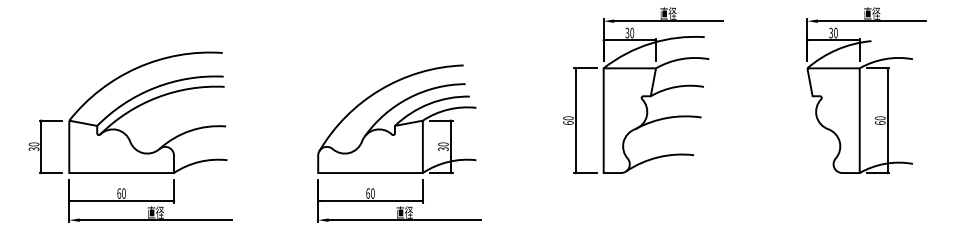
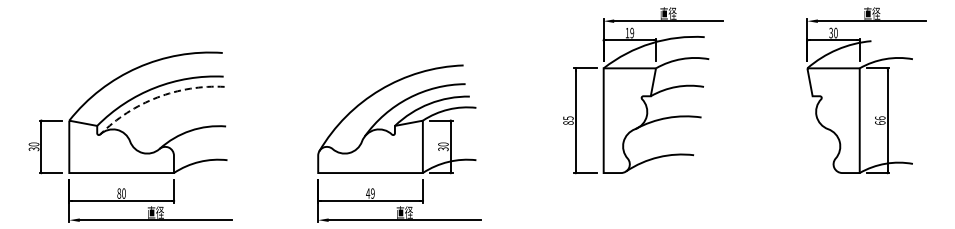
text at (629, 32): 30 -> 19
arc at (157, 97): solid -> dashed
text at (880, 118): 60 -> 66
text at (568, 120): 60 -> 85
text at (119, 193): 60 -> 80
text at (370, 193): 60 -> 49
